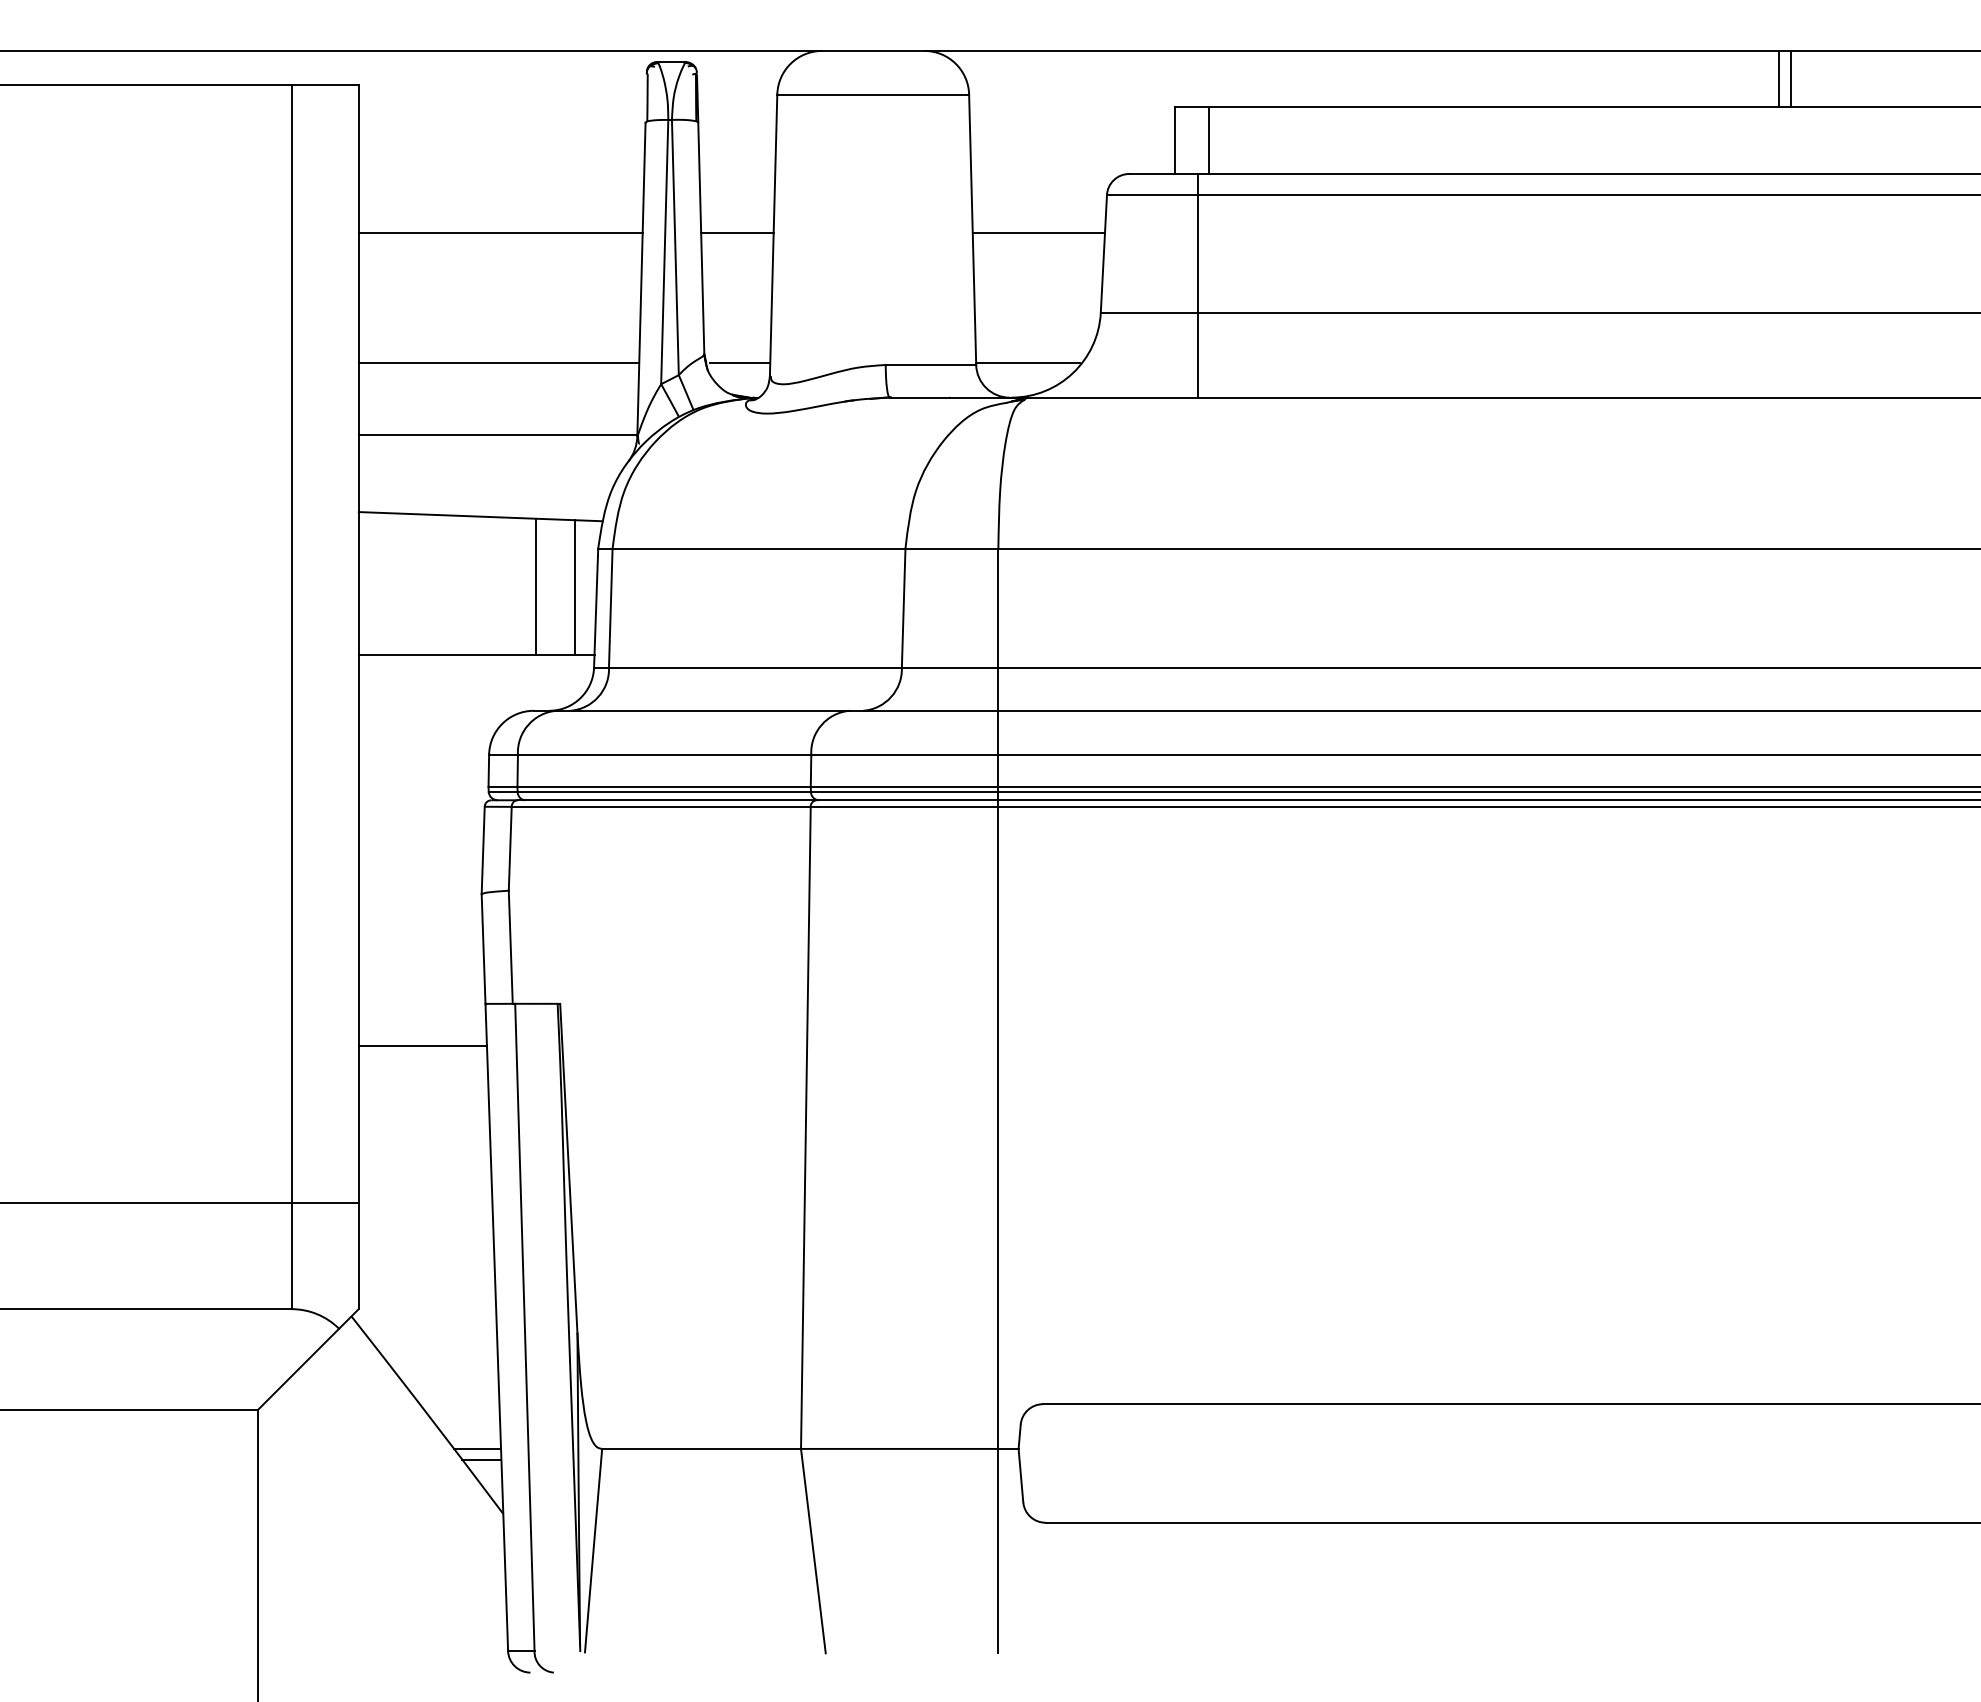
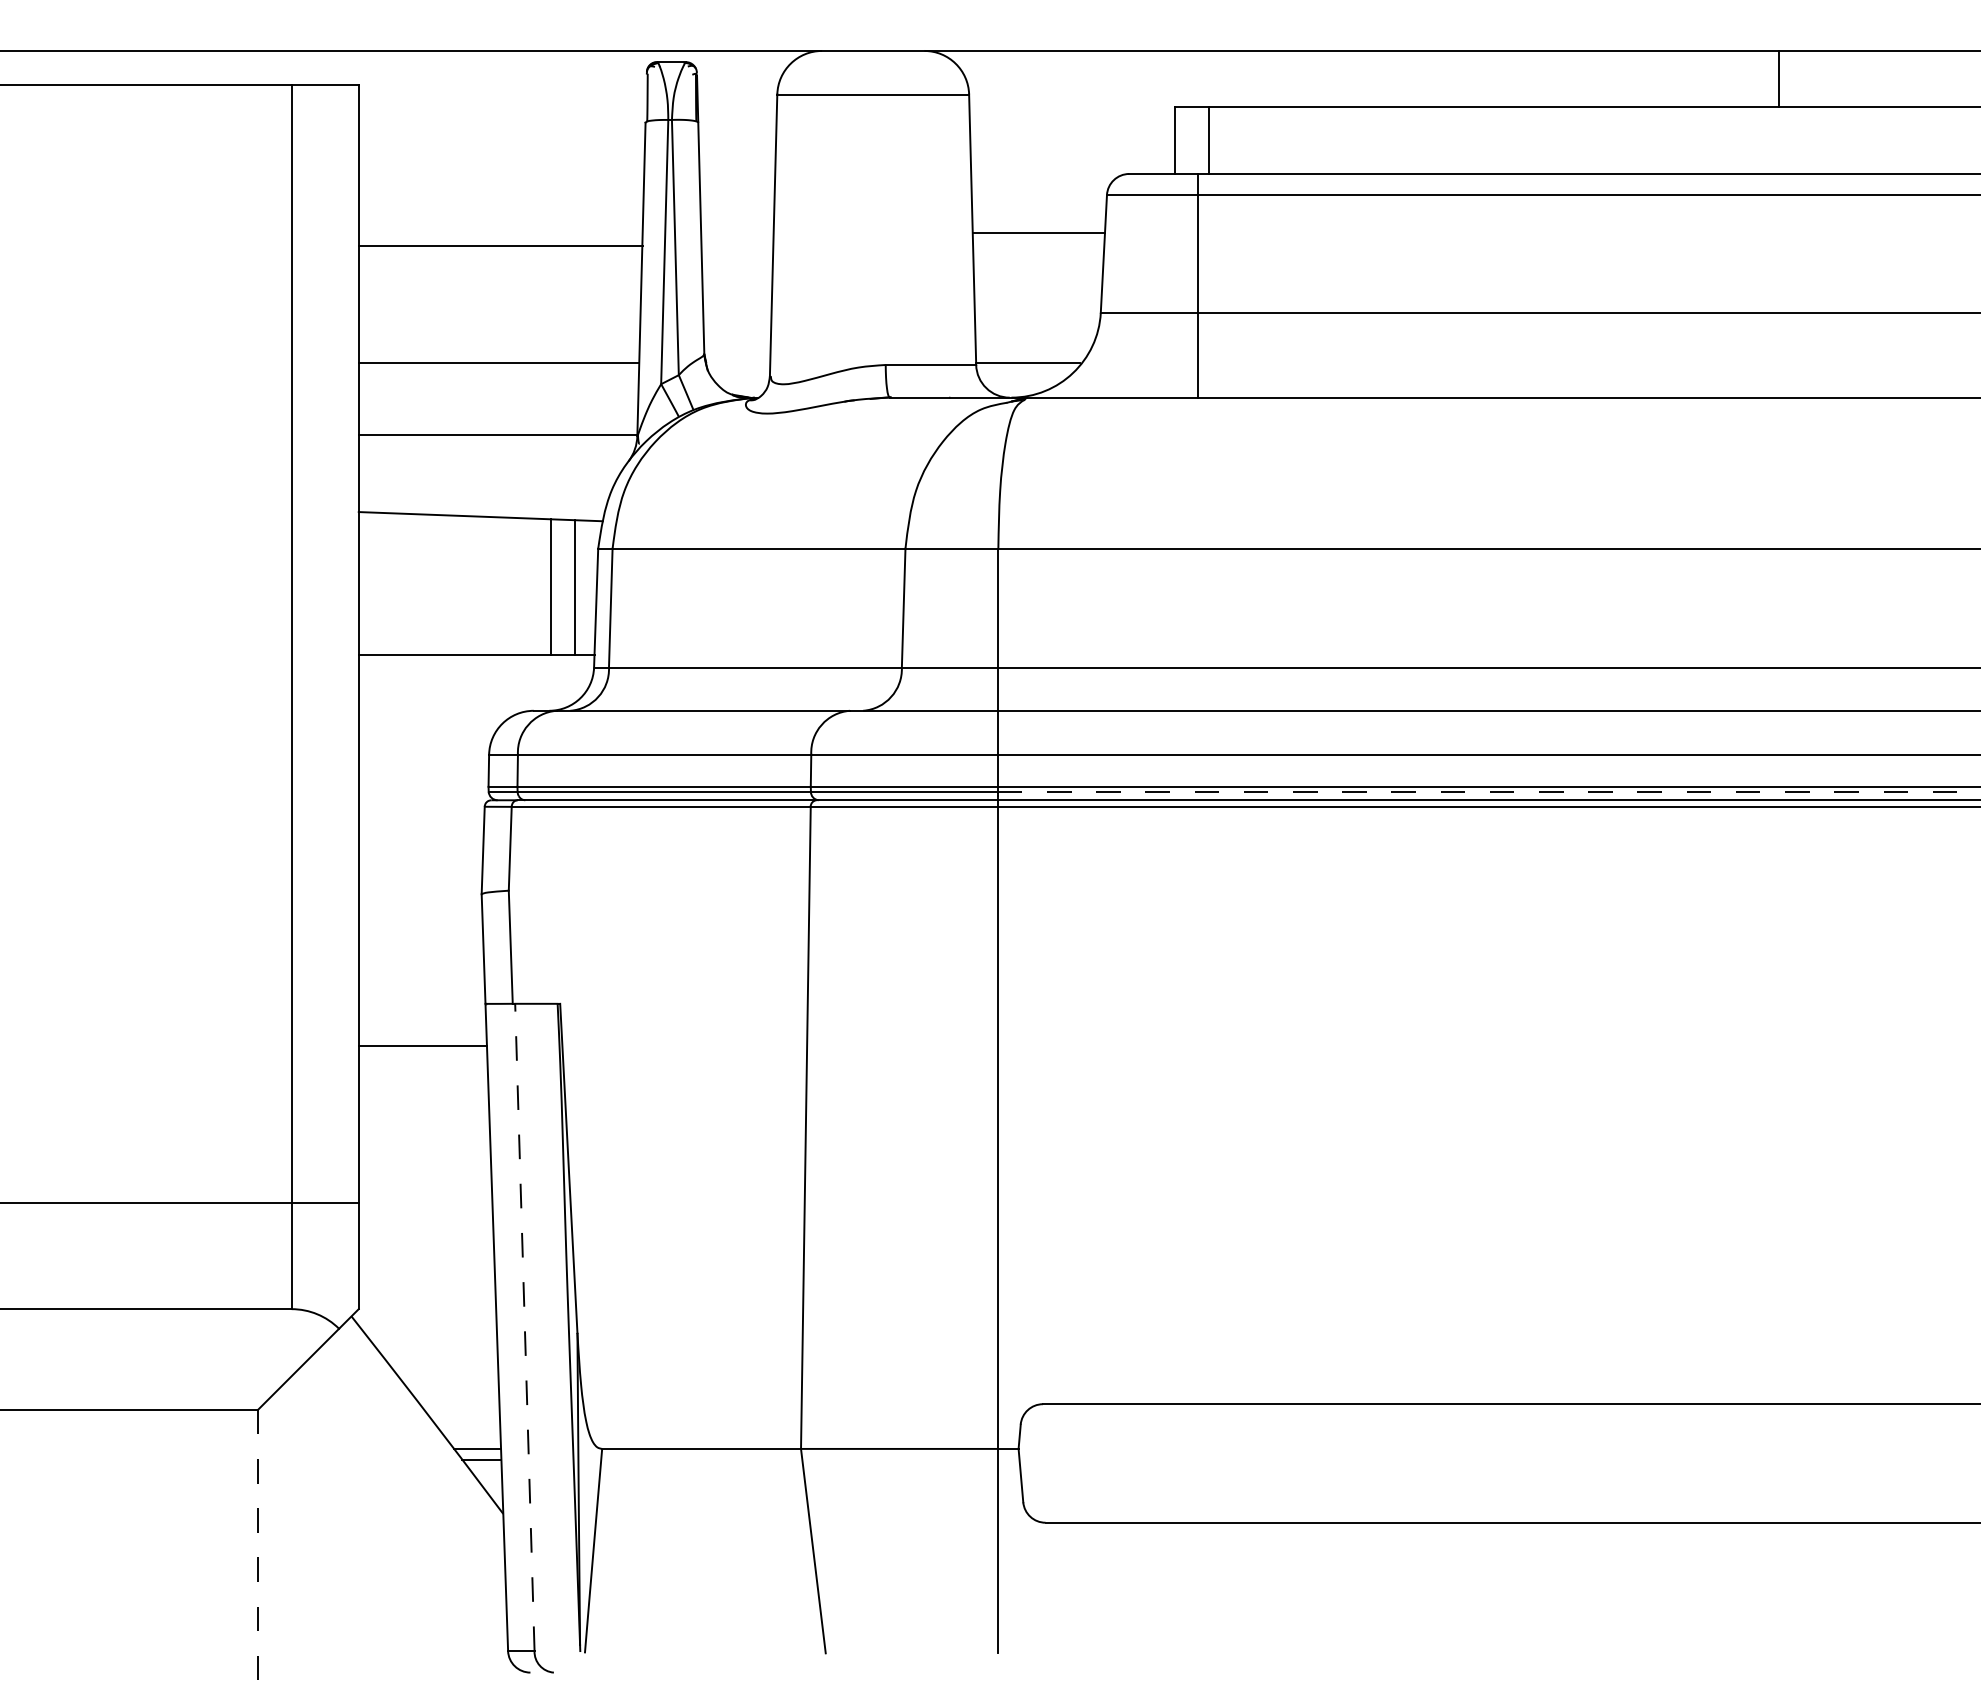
line at (1791, 78): present -> none
line at (500, 233) position: (500, 233) -> (500, 246)
line at (737, 233): present -> none
line at (739, 363): present -> none
line at (536, 586) position: (536, 586) -> (551, 586)
line at (1489, 791): solid -> dashed
line at (524, 1327): solid -> dashed
line at (258, 1555): solid -> dashed
